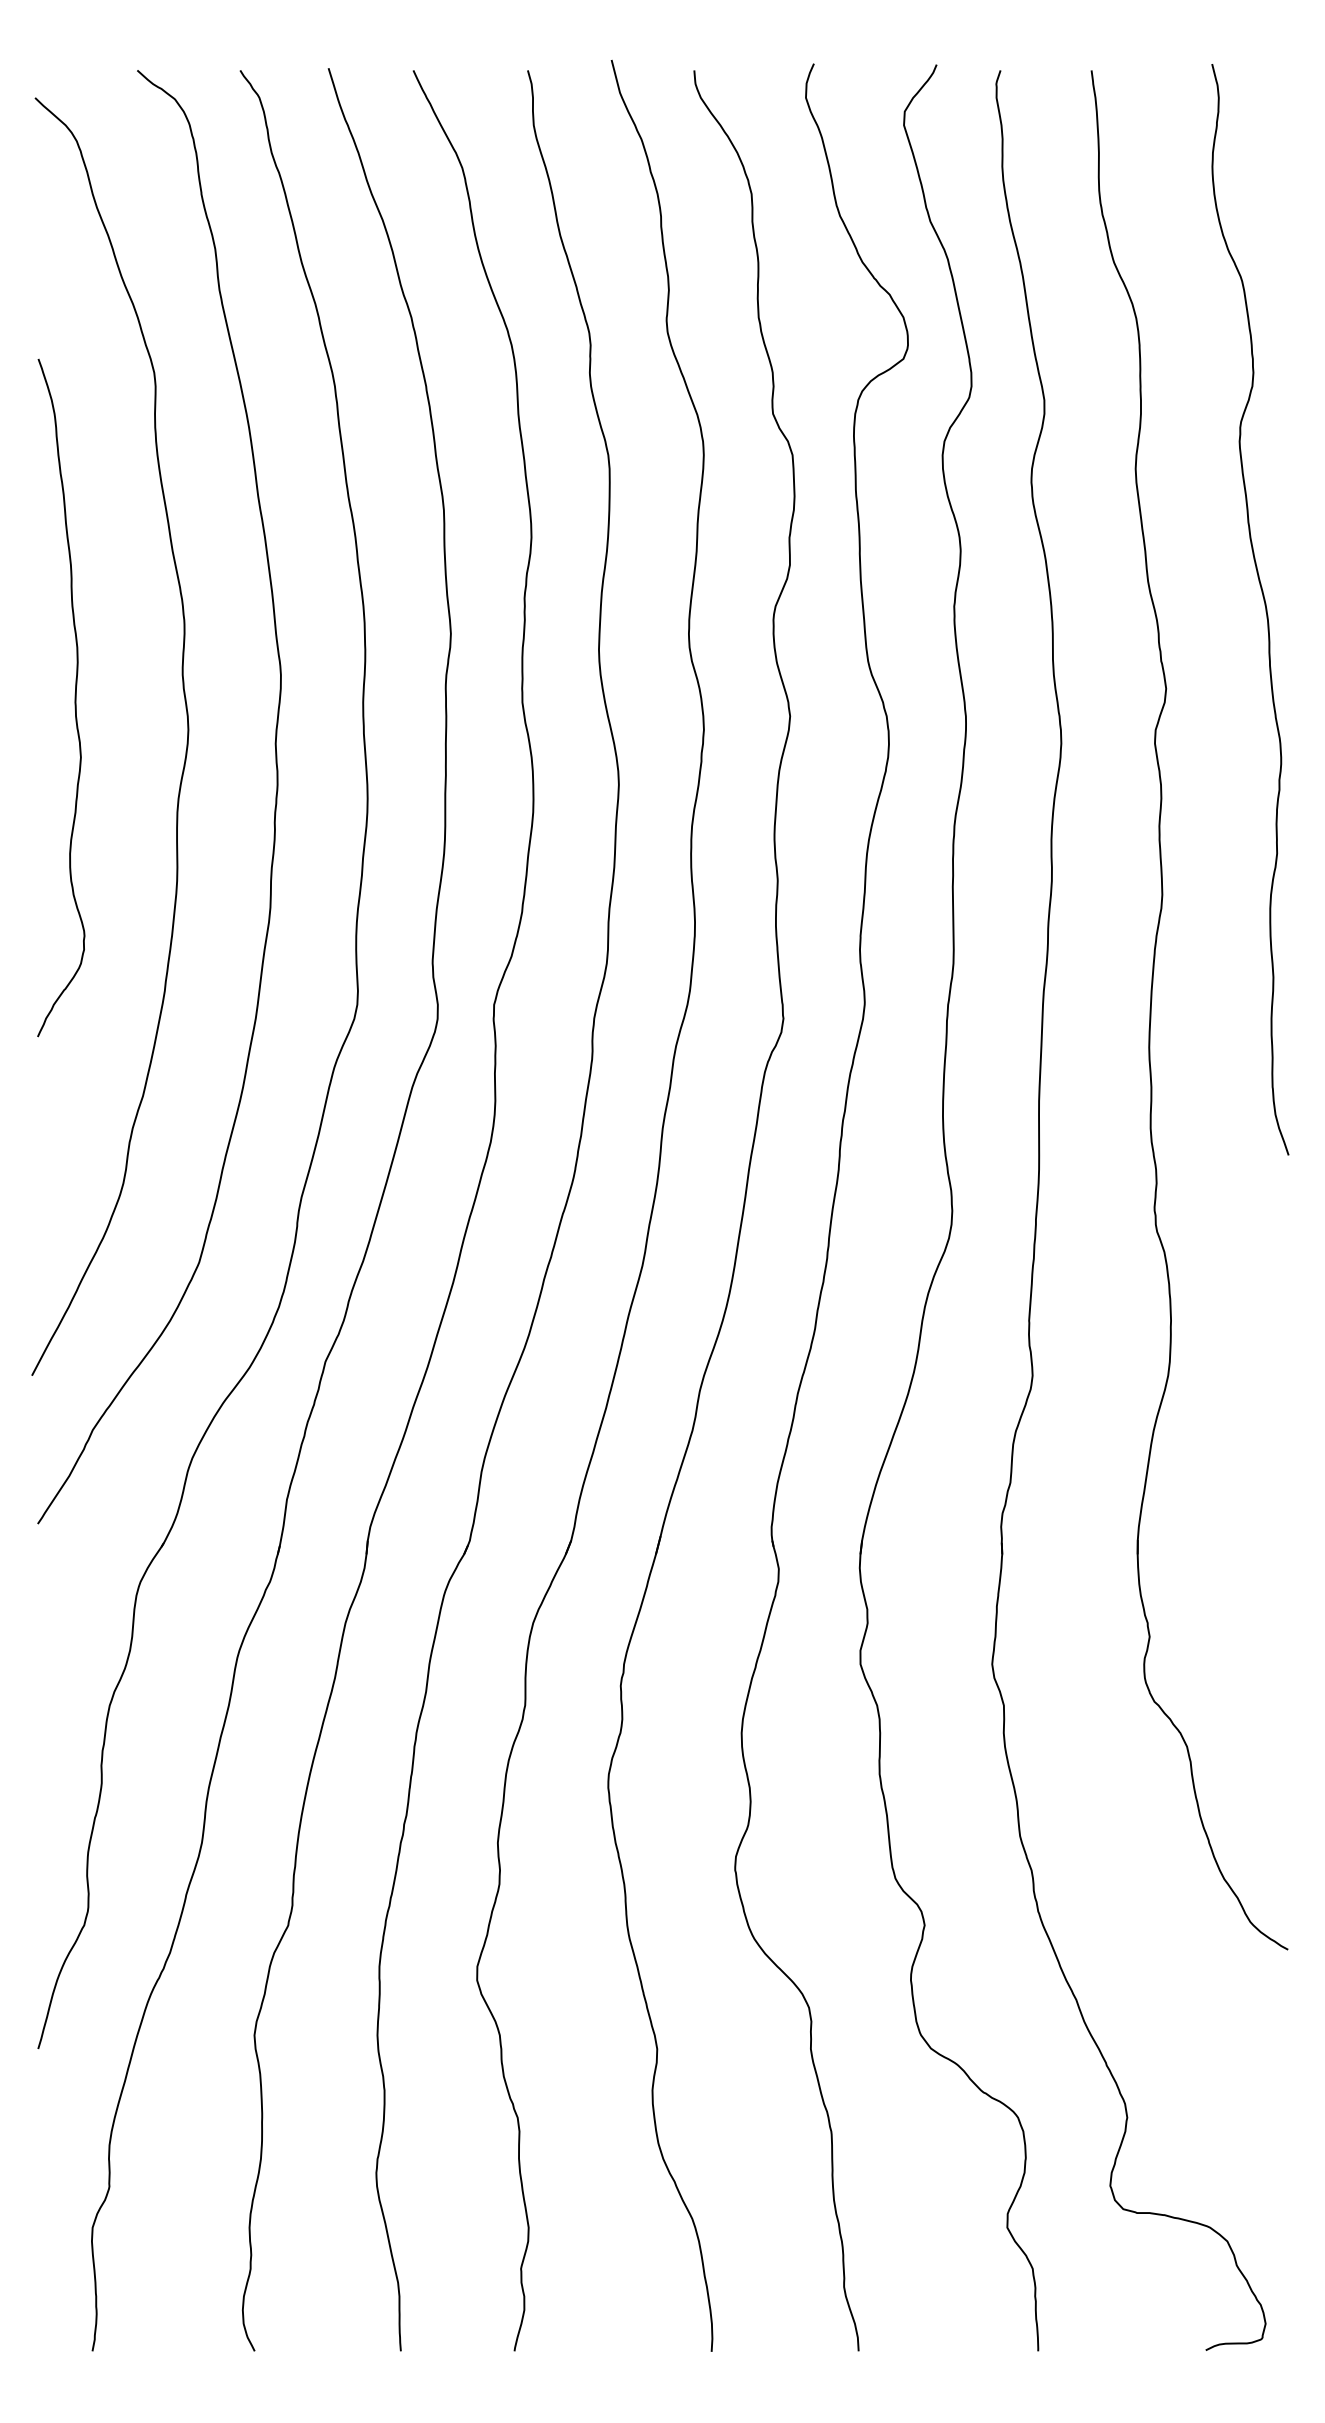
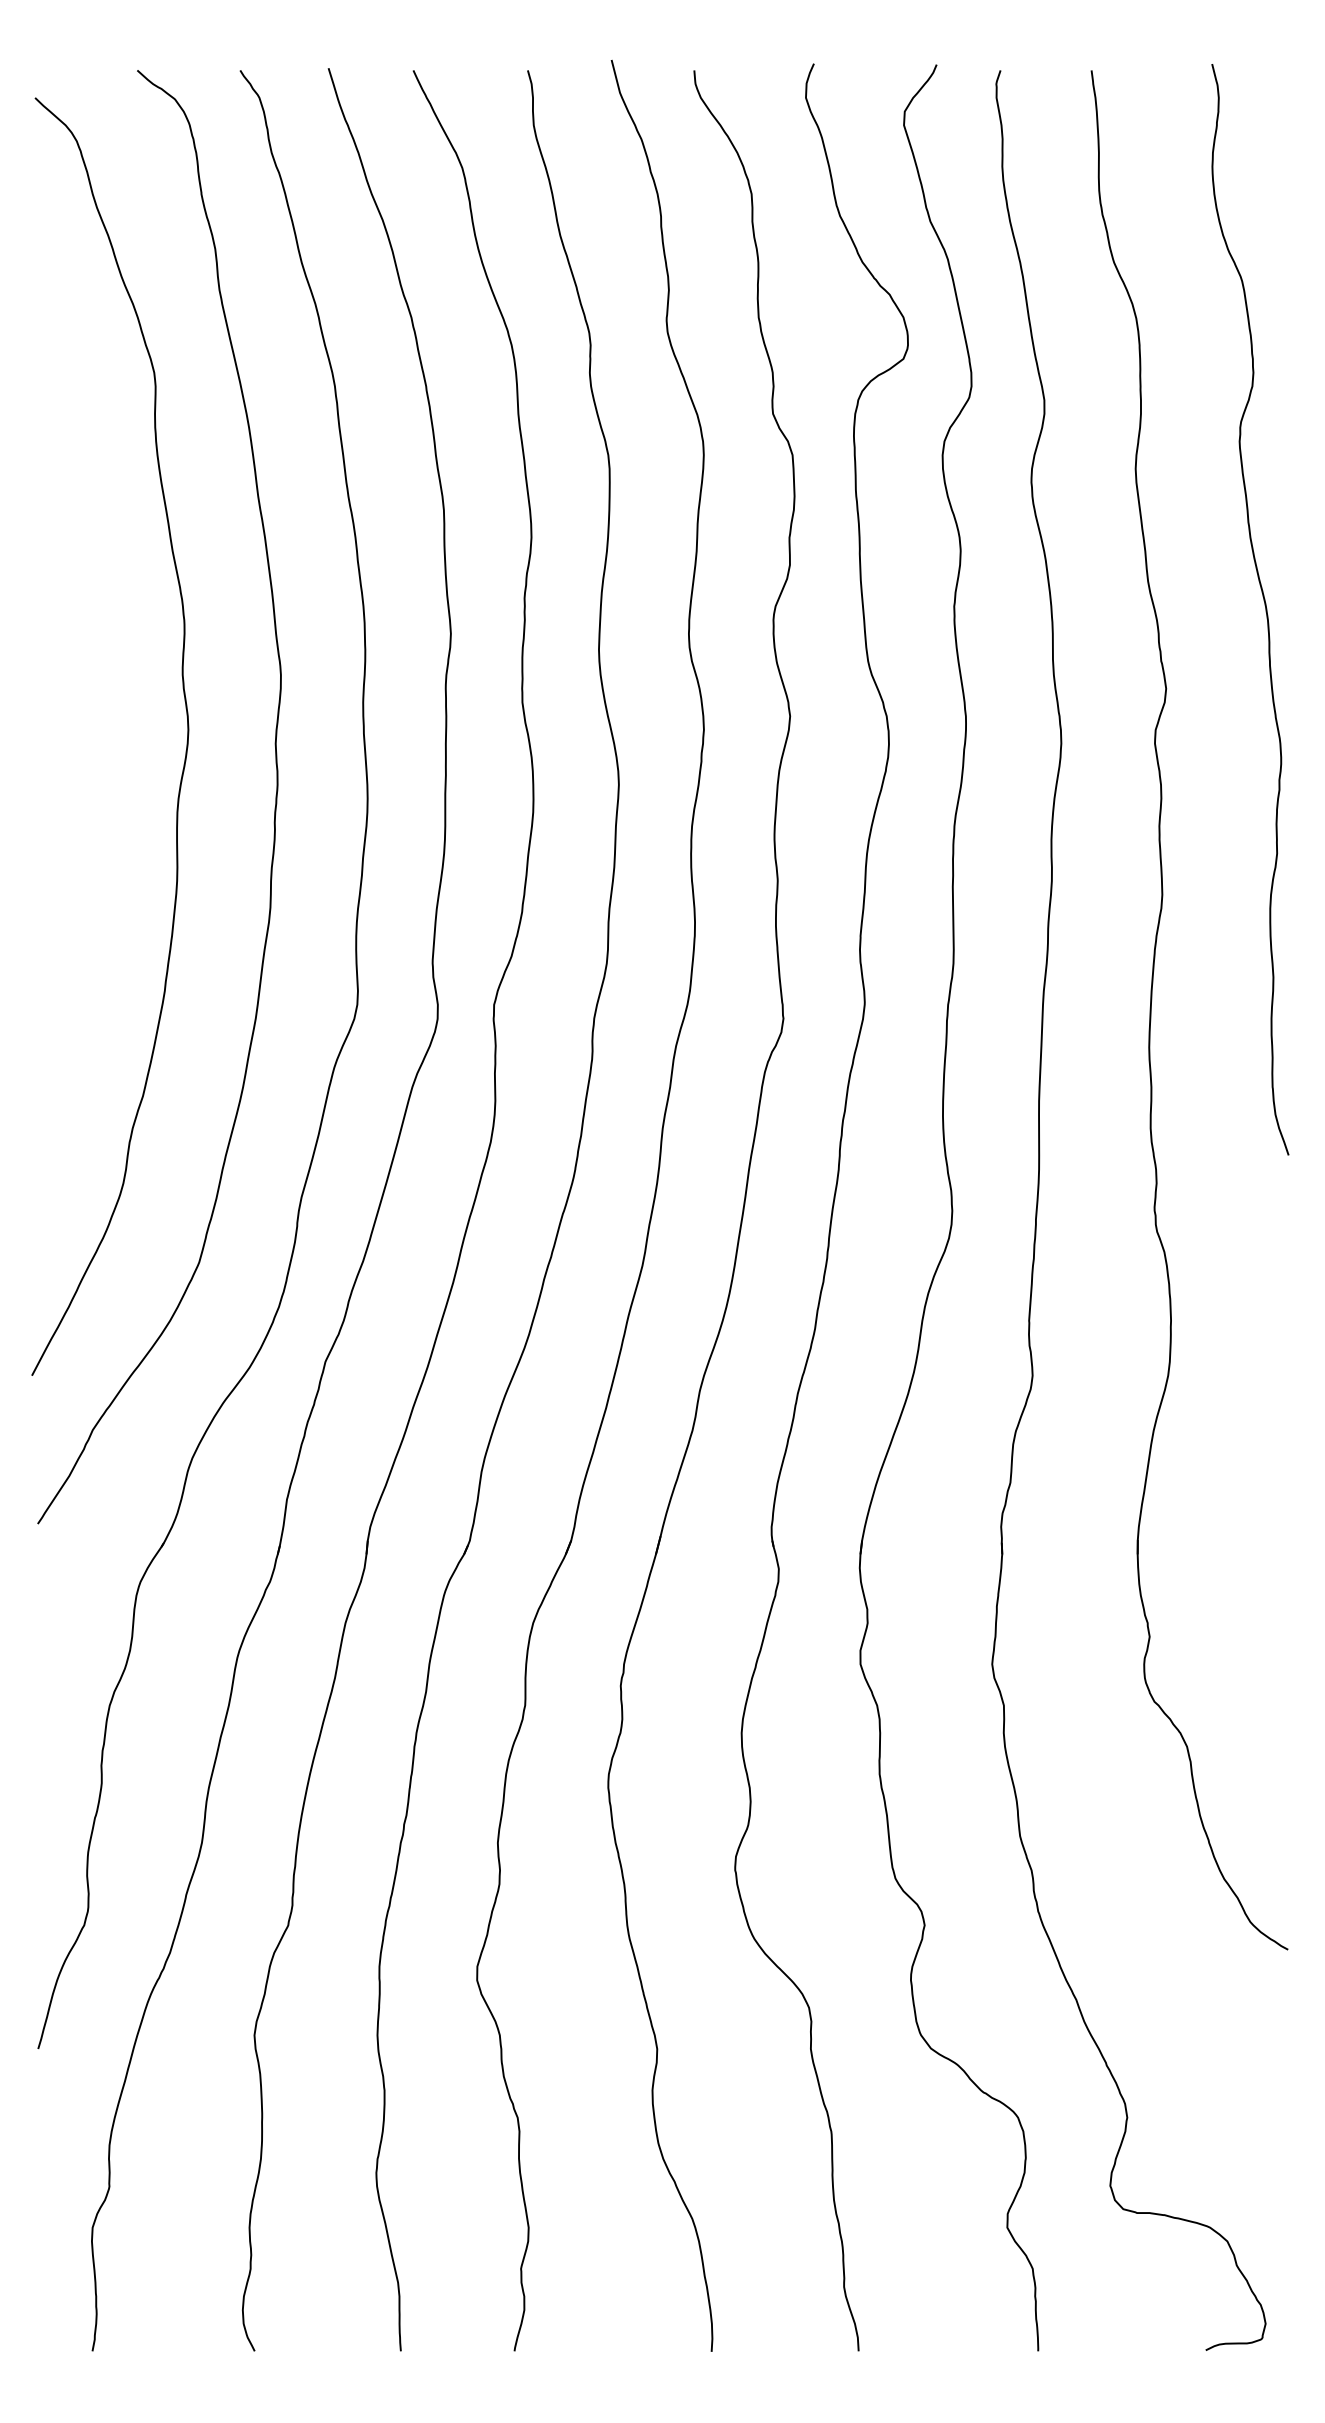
curve at (74, 697): present -> none
